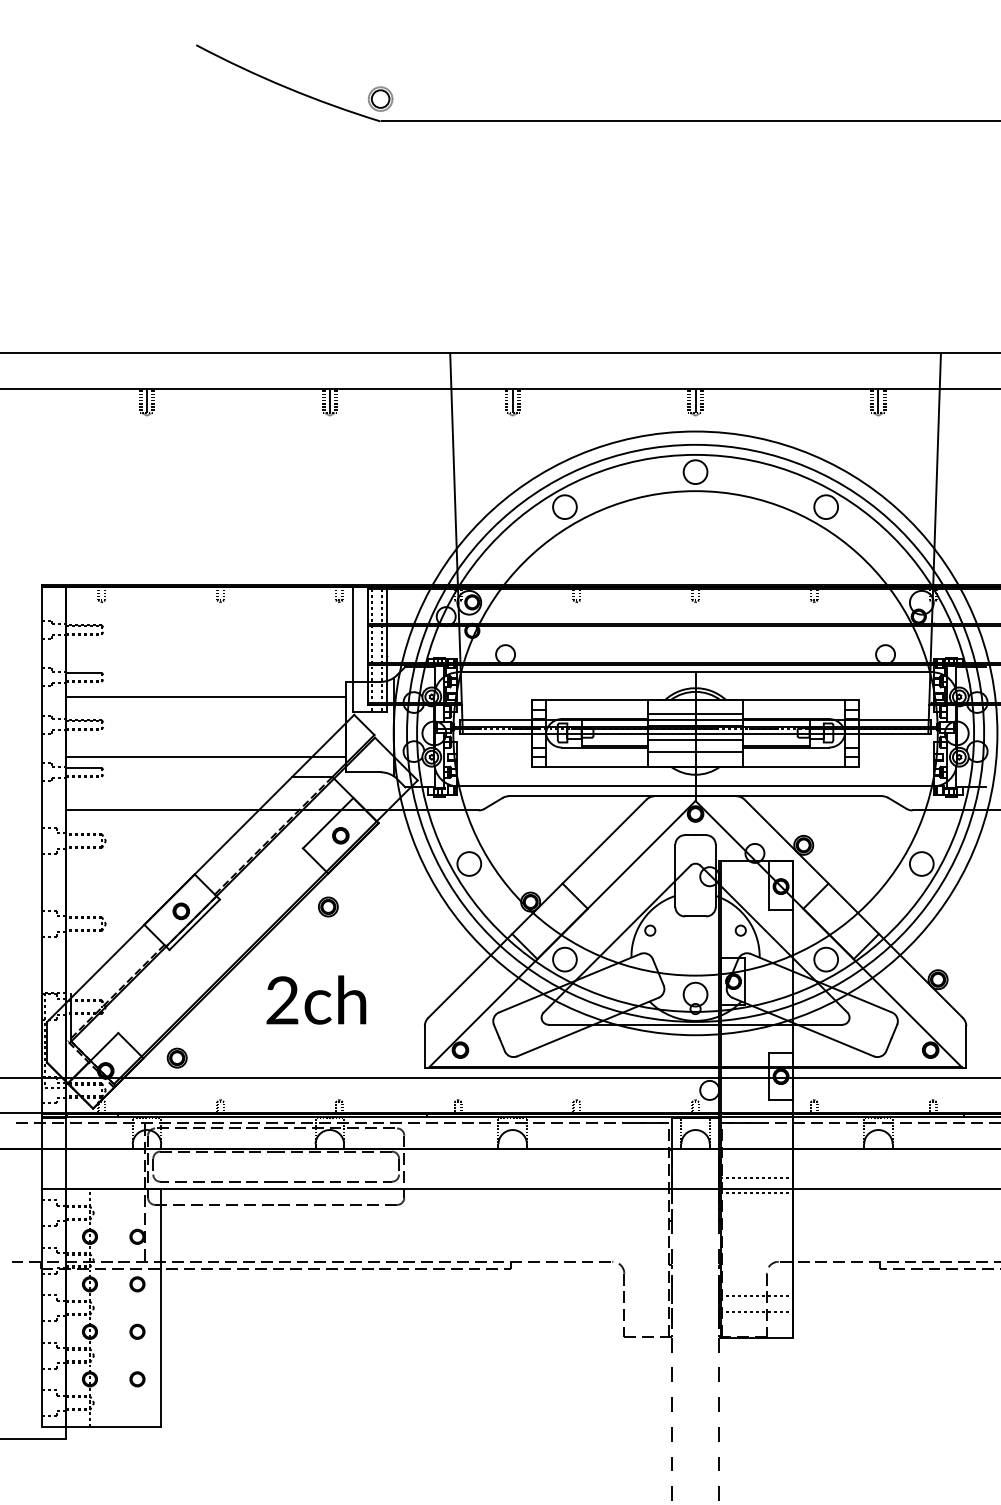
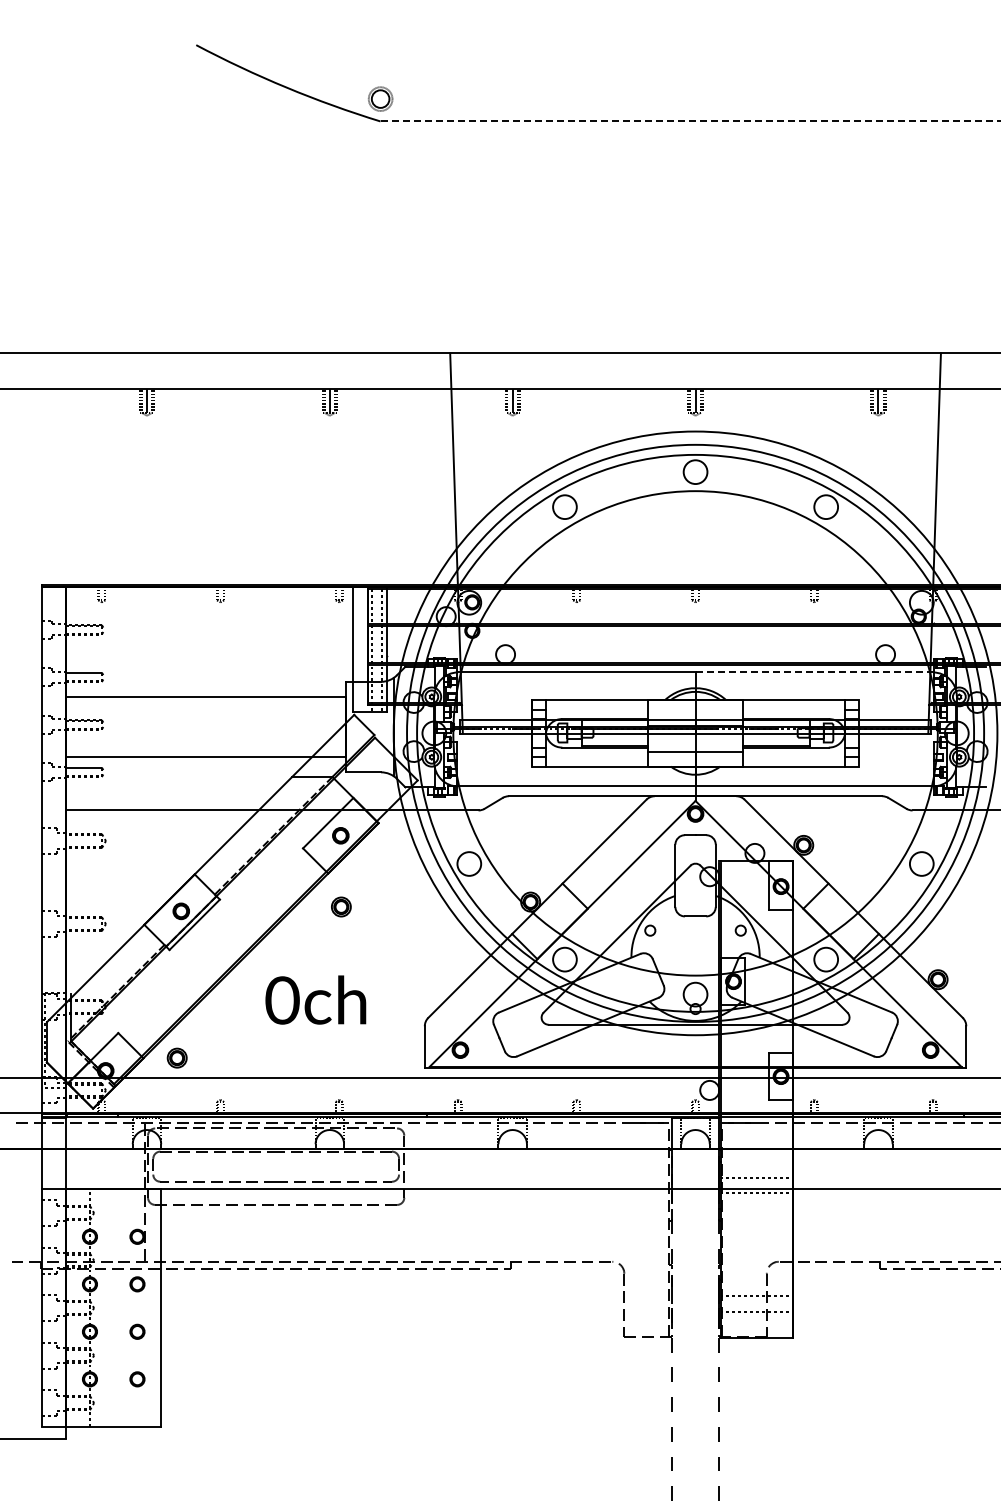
line at (691, 121): solid -> dashed
line at (814, 672): solid -> dashed
line at (695, 714): present -> none
line at (695, 740): present -> none
part at (328, 906) position: (328, 906) -> (341, 906)
text at (282, 1000): 2ch -> 0ch
